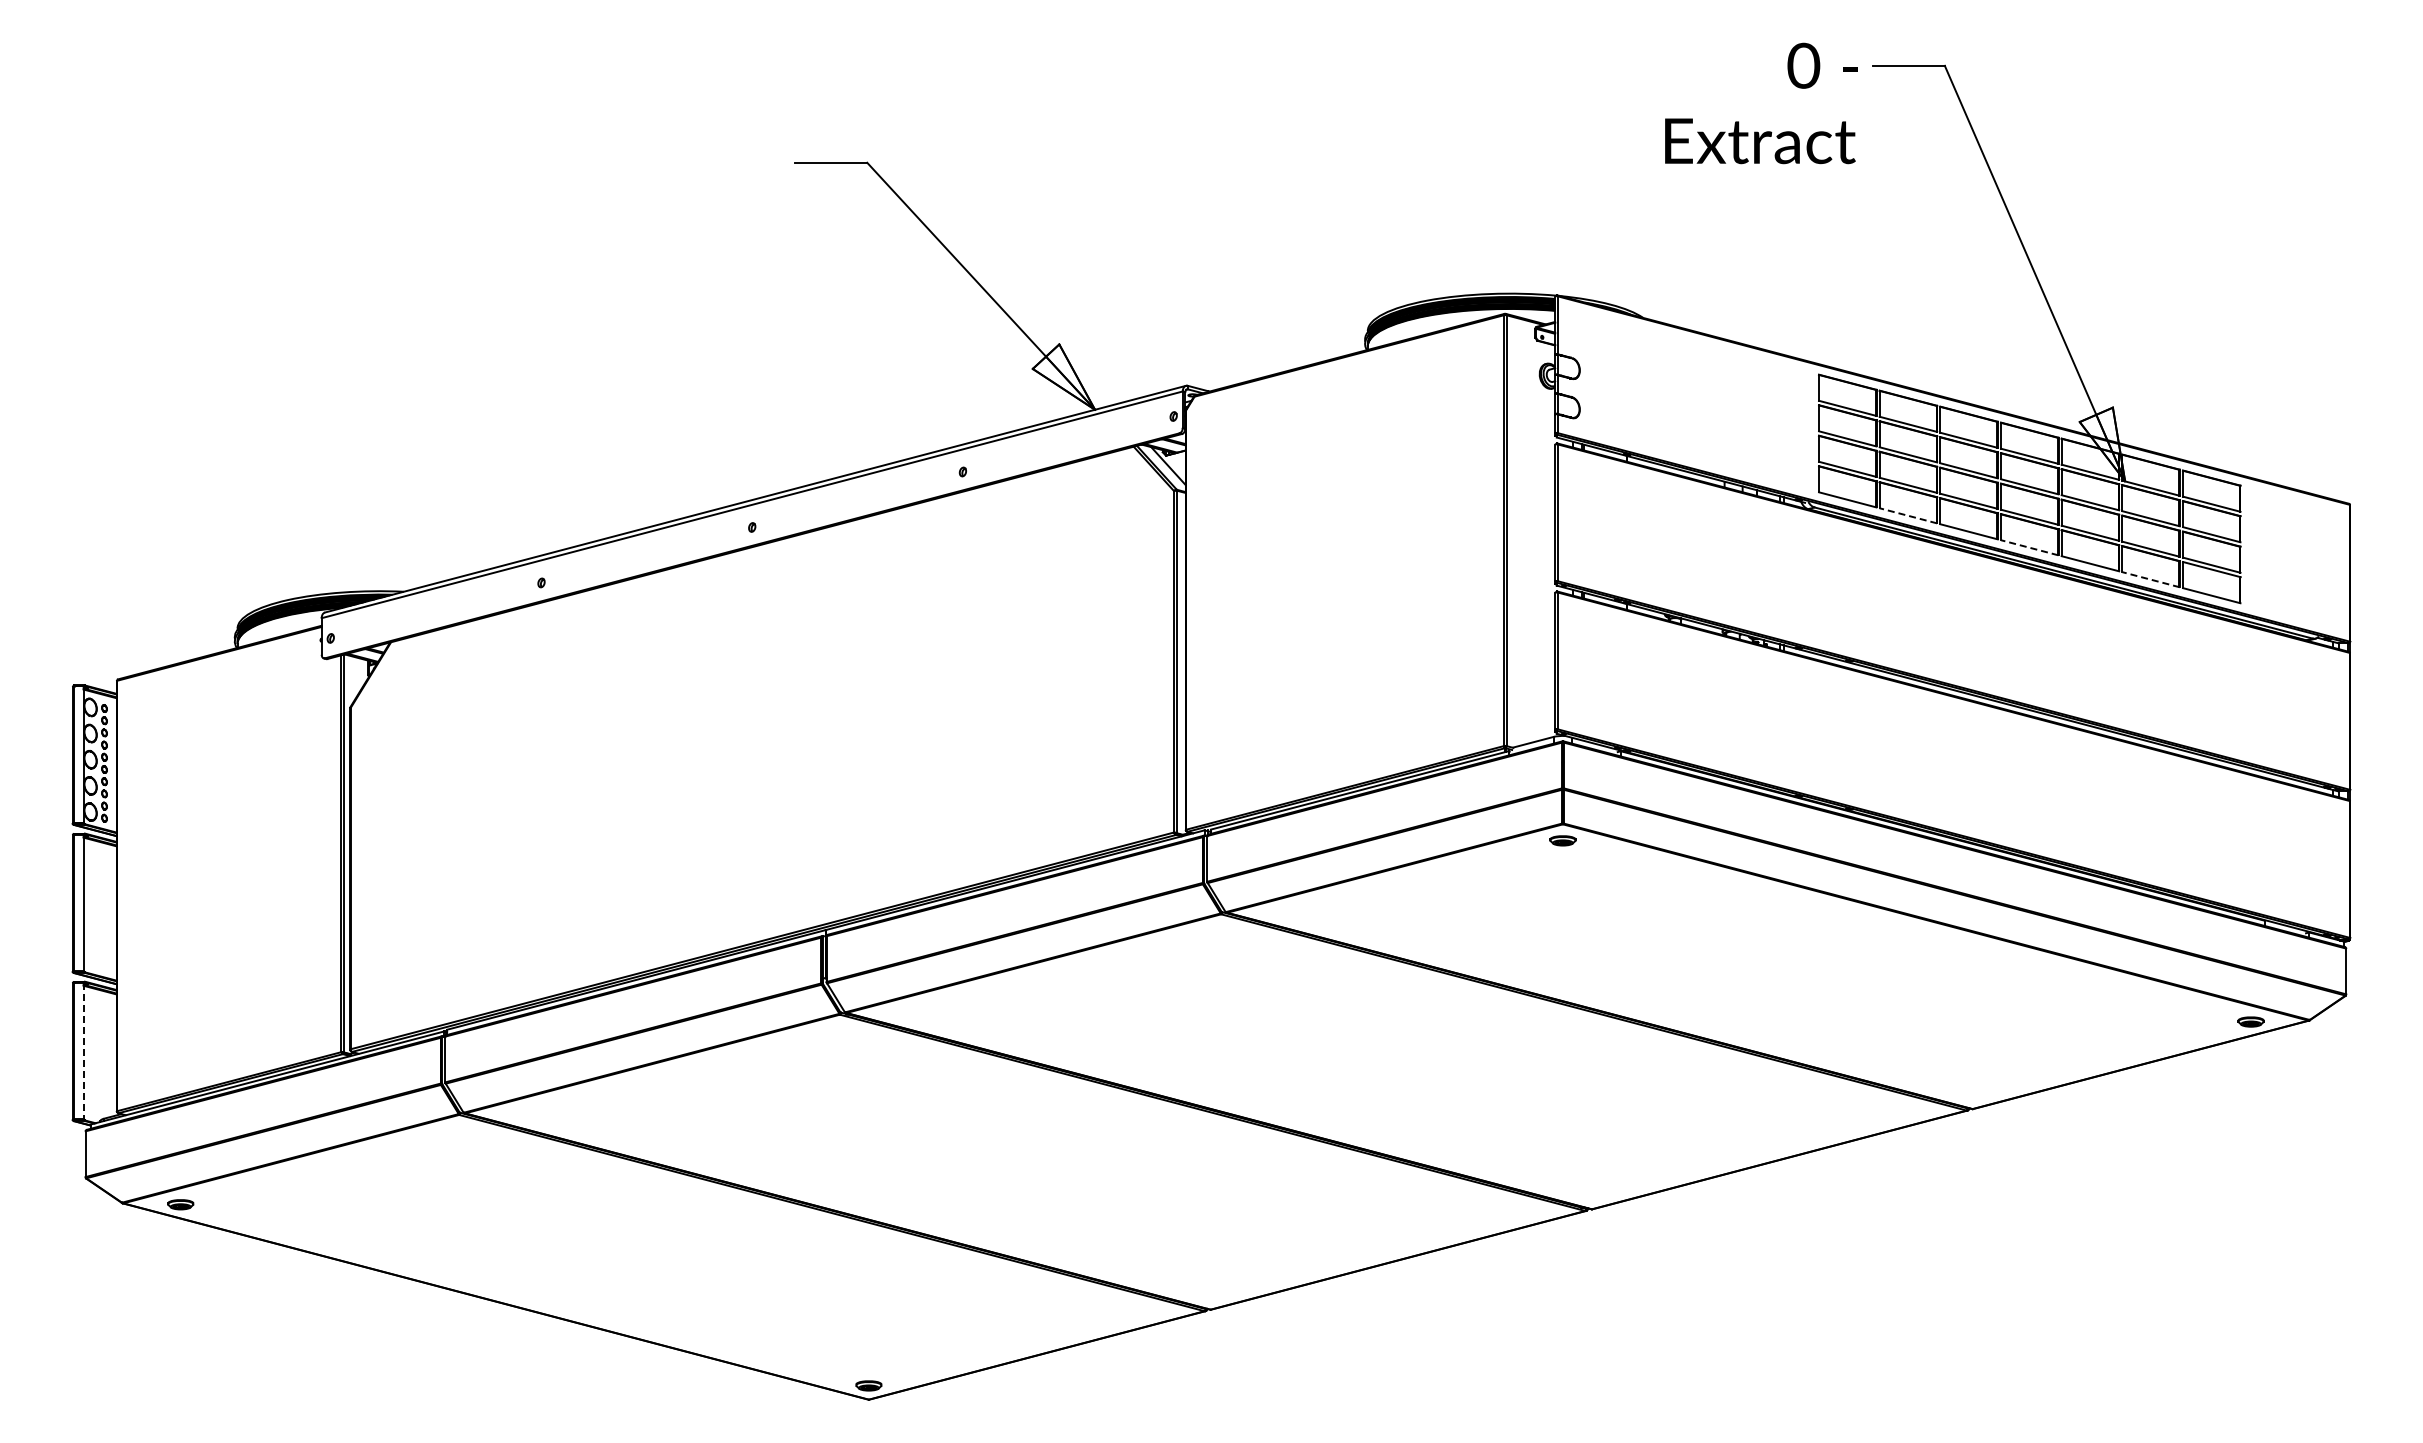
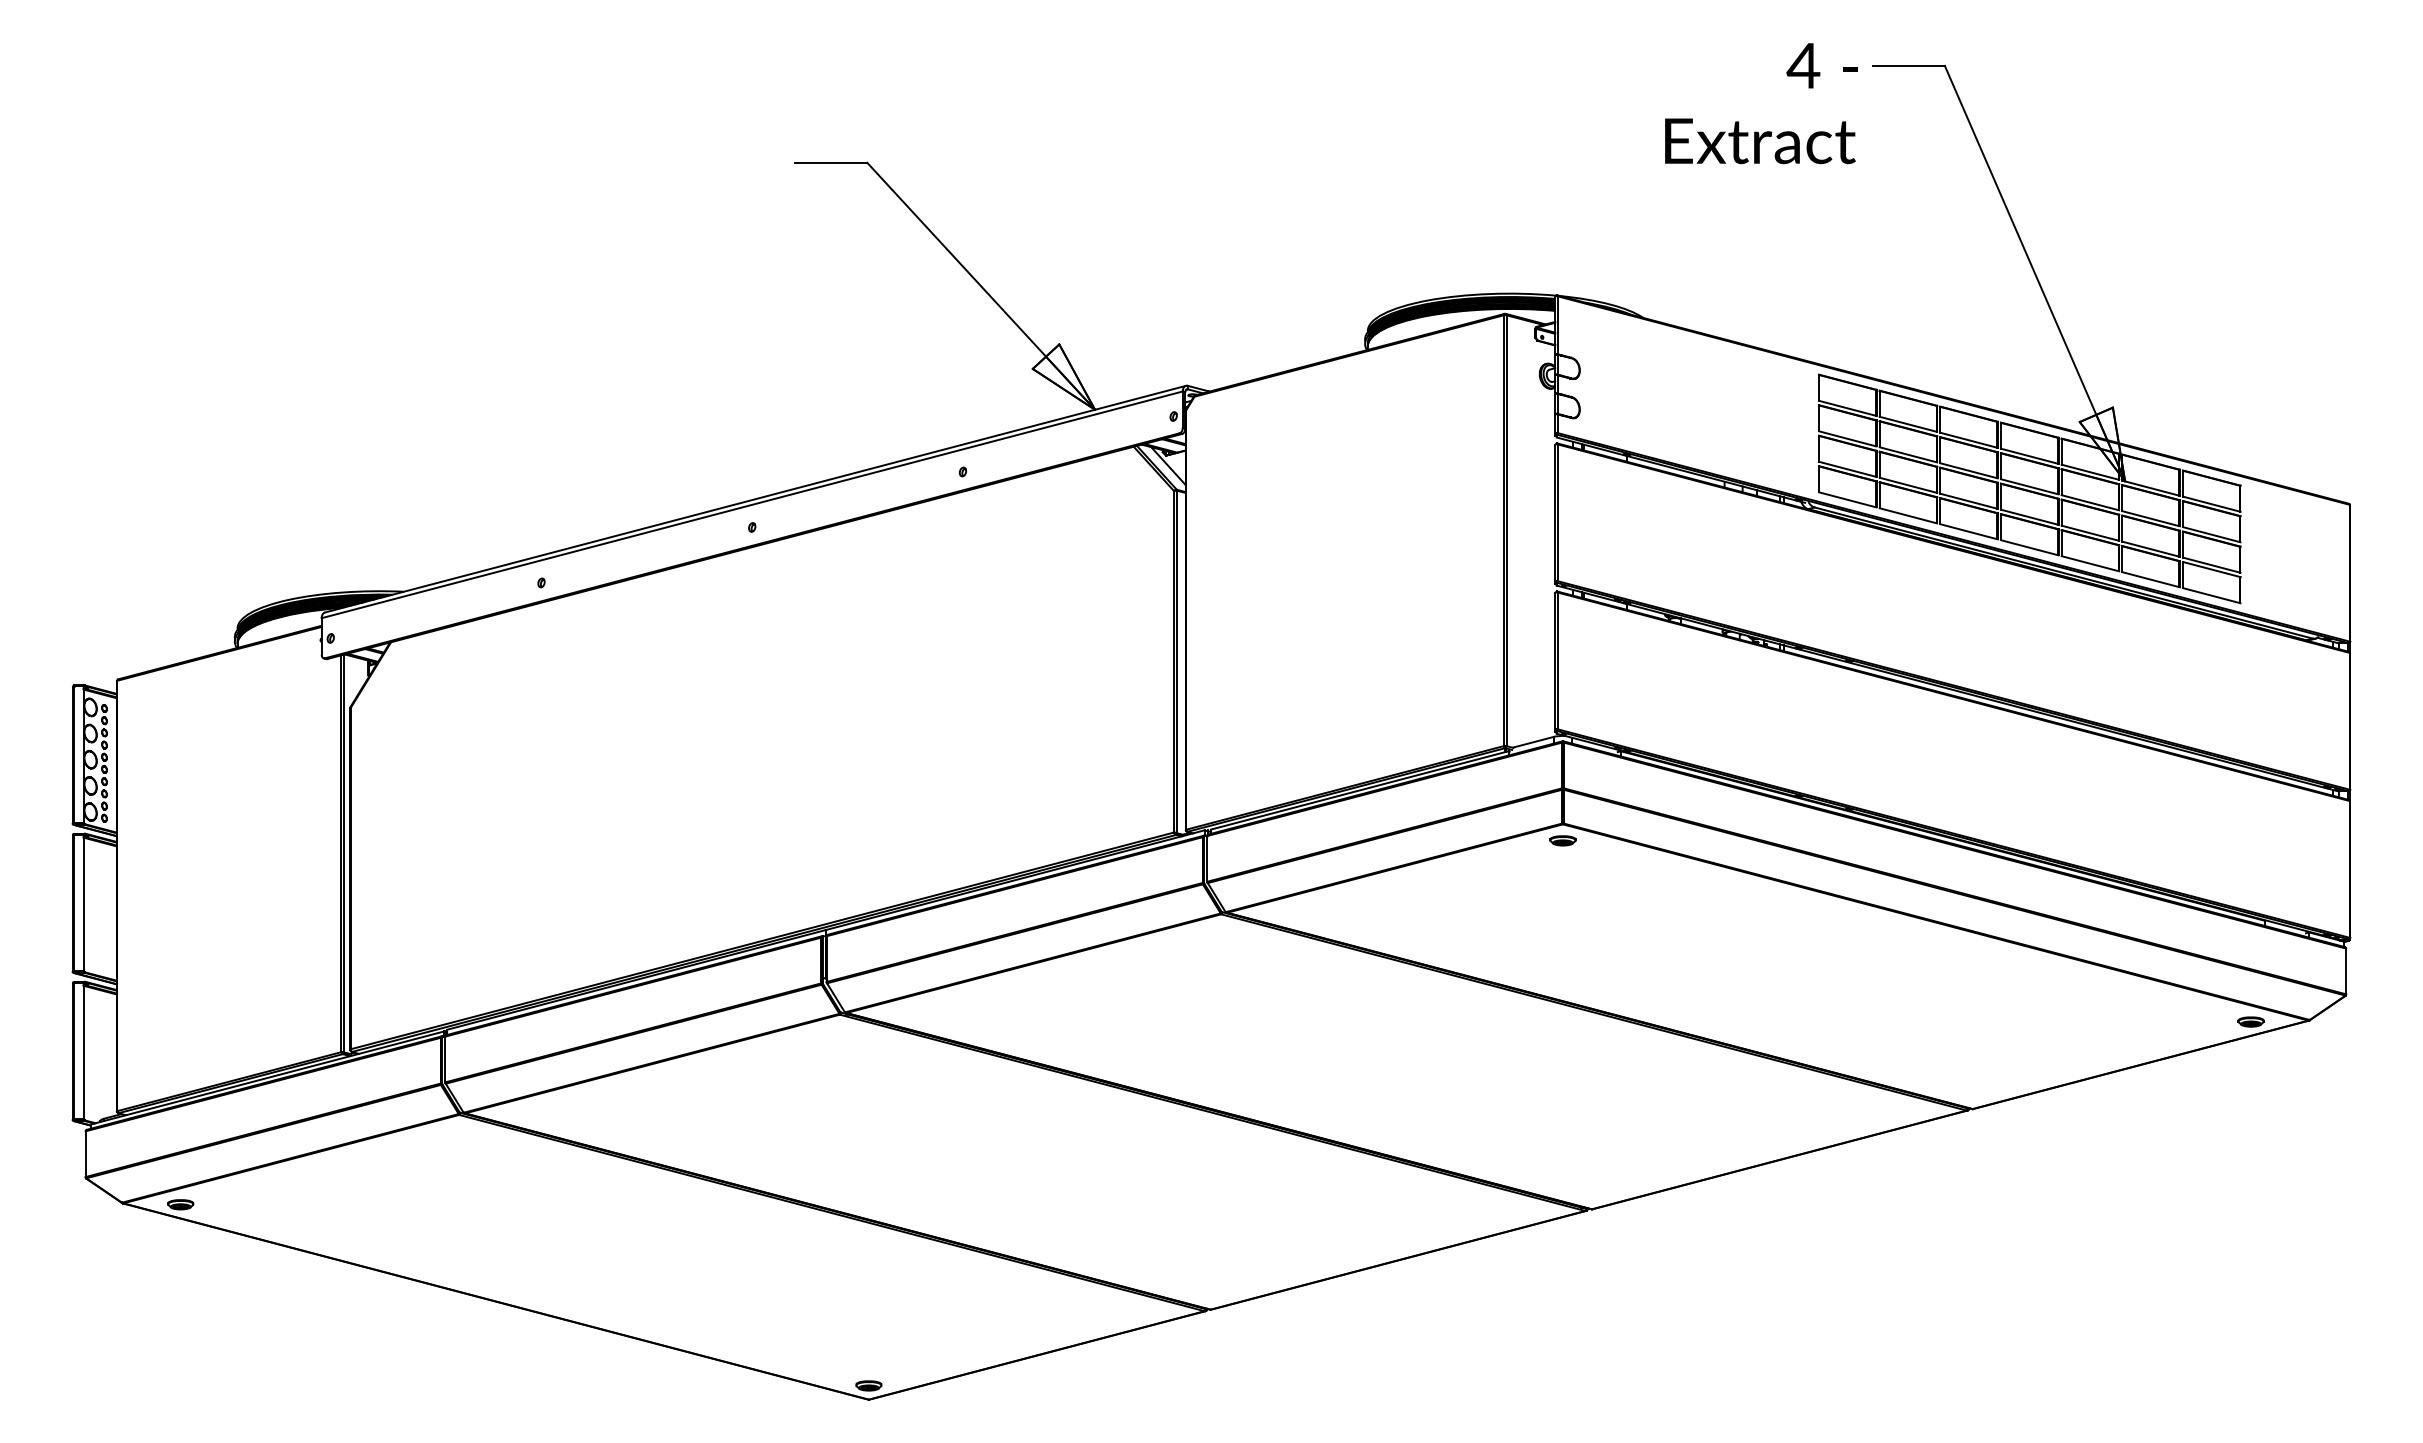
text at (1803, 65): 0 -> 4
line at (1908, 515): dashed -> solid
line at (2029, 547): dashed -> solid
line at (2151, 579): dashed -> solid
line at (83, 1051): dashed -> solid
